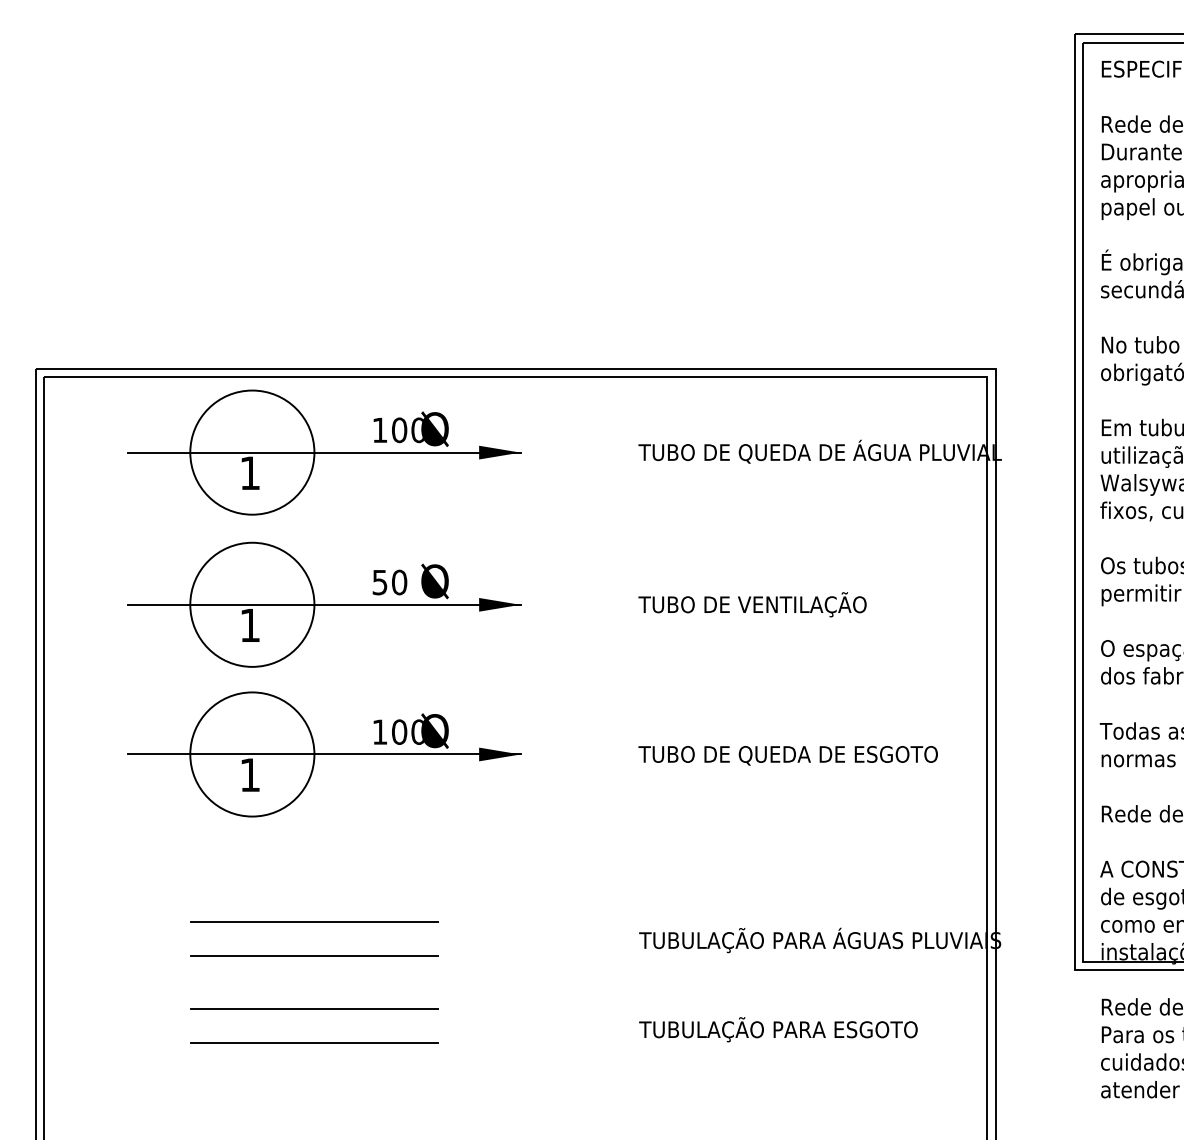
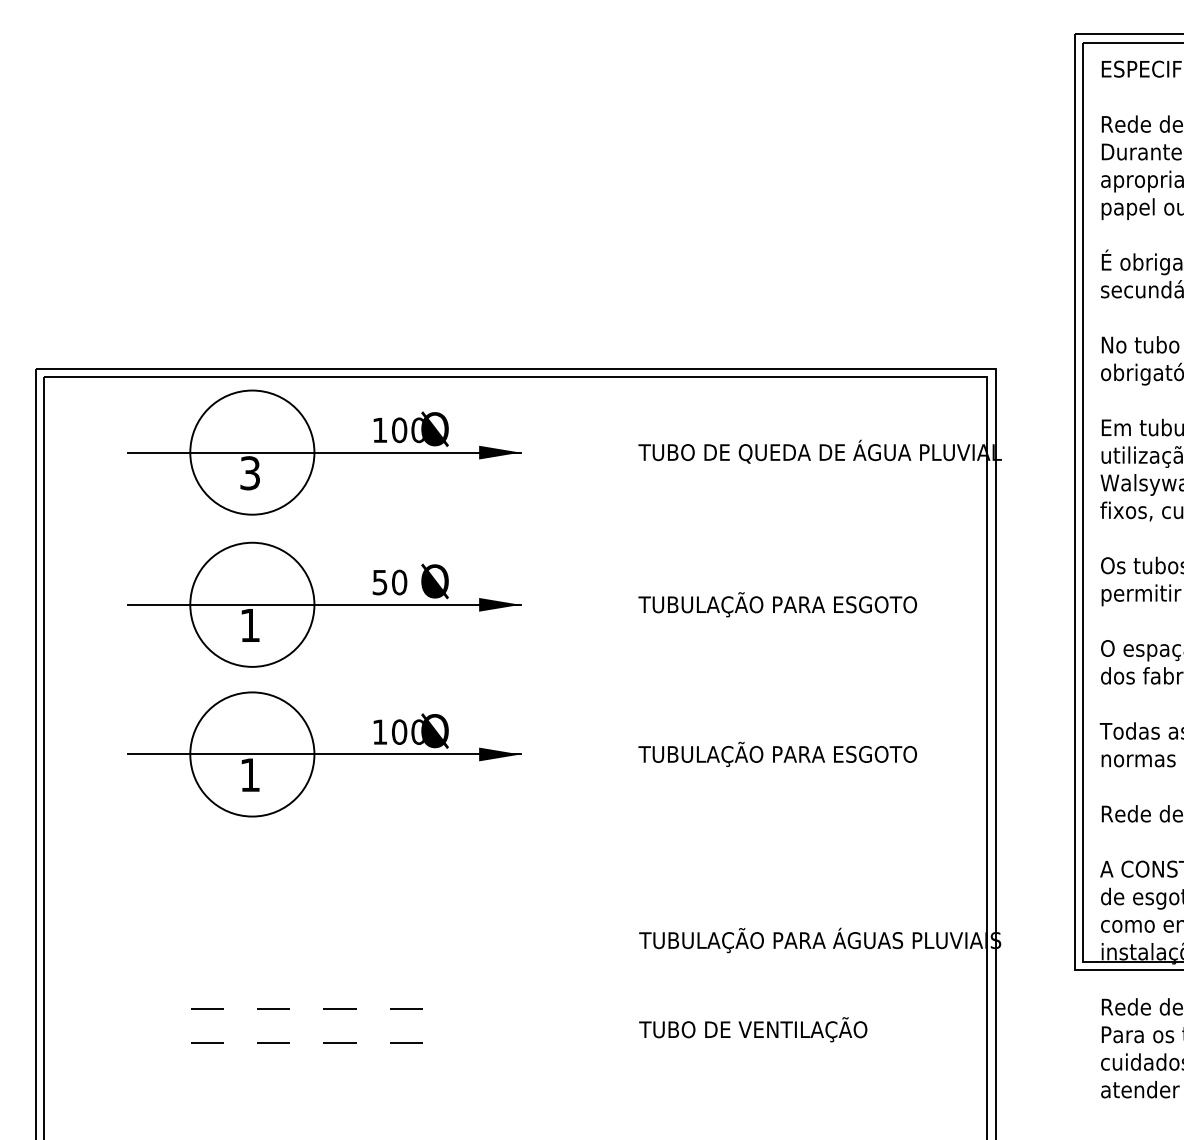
text at (249, 473): 1 -> 3
text at (799, 604): TUBO DE VENTILAÇÃO -> TUBULAÇÃO PARA ESGOTO
text at (809, 753): TUBO DE QUEDA DE ESGOTO -> TUBULAÇÃO PARA ESGOTO
line at (314, 922): present -> none
line at (314, 955): present -> none
line at (314, 1008): solid -> dashed
text at (799, 1029): TUBULAÇÃO PARA ESGOTO -> TUBO DE VENTILAÇÃO
line at (314, 1042): solid -> dashed
